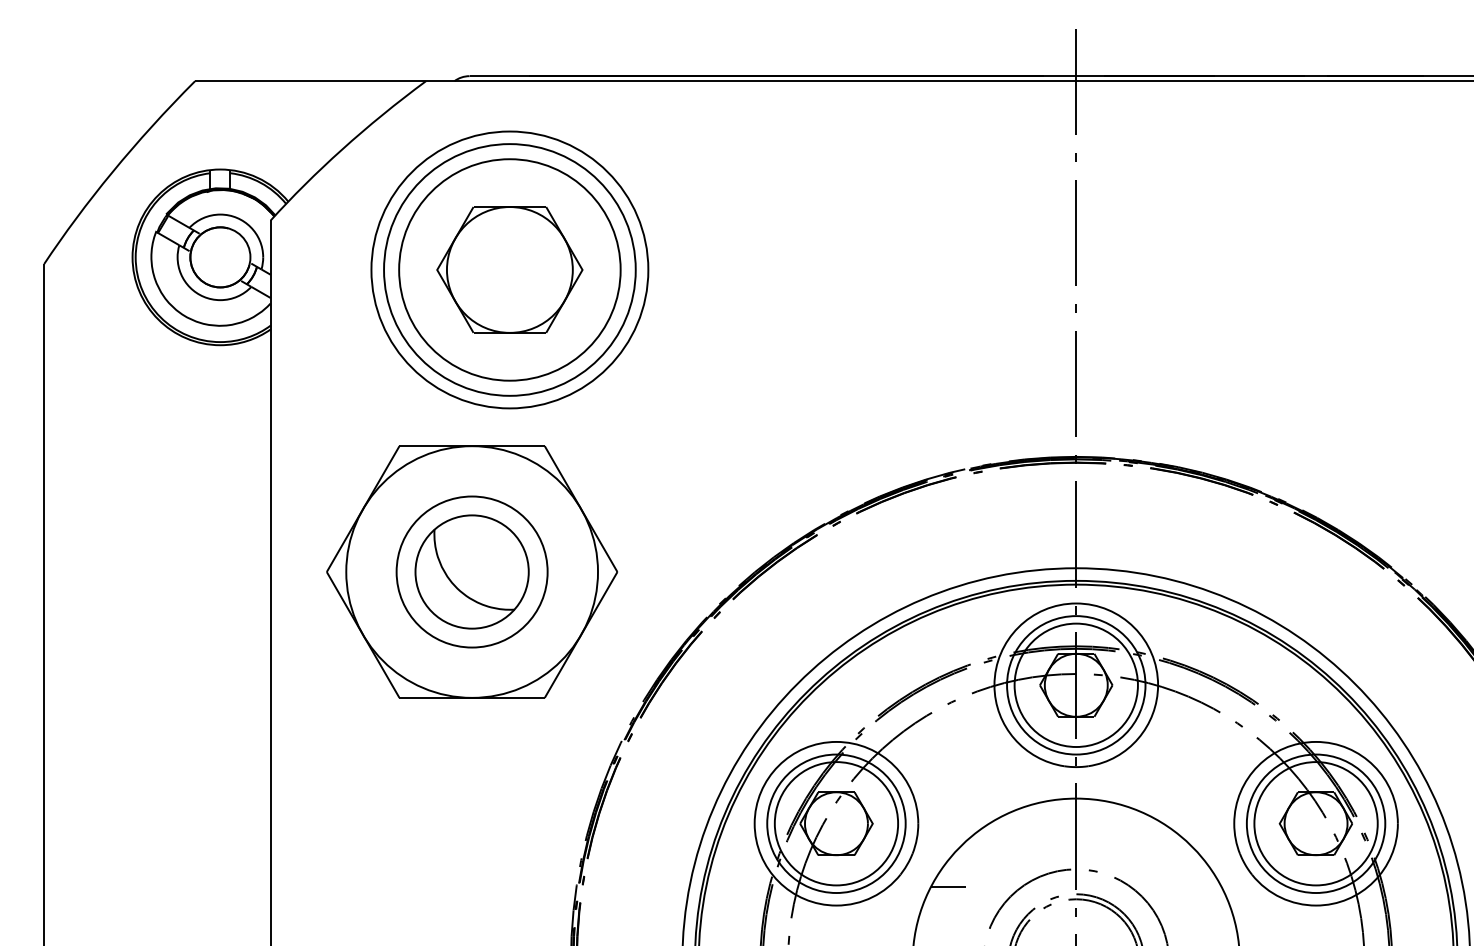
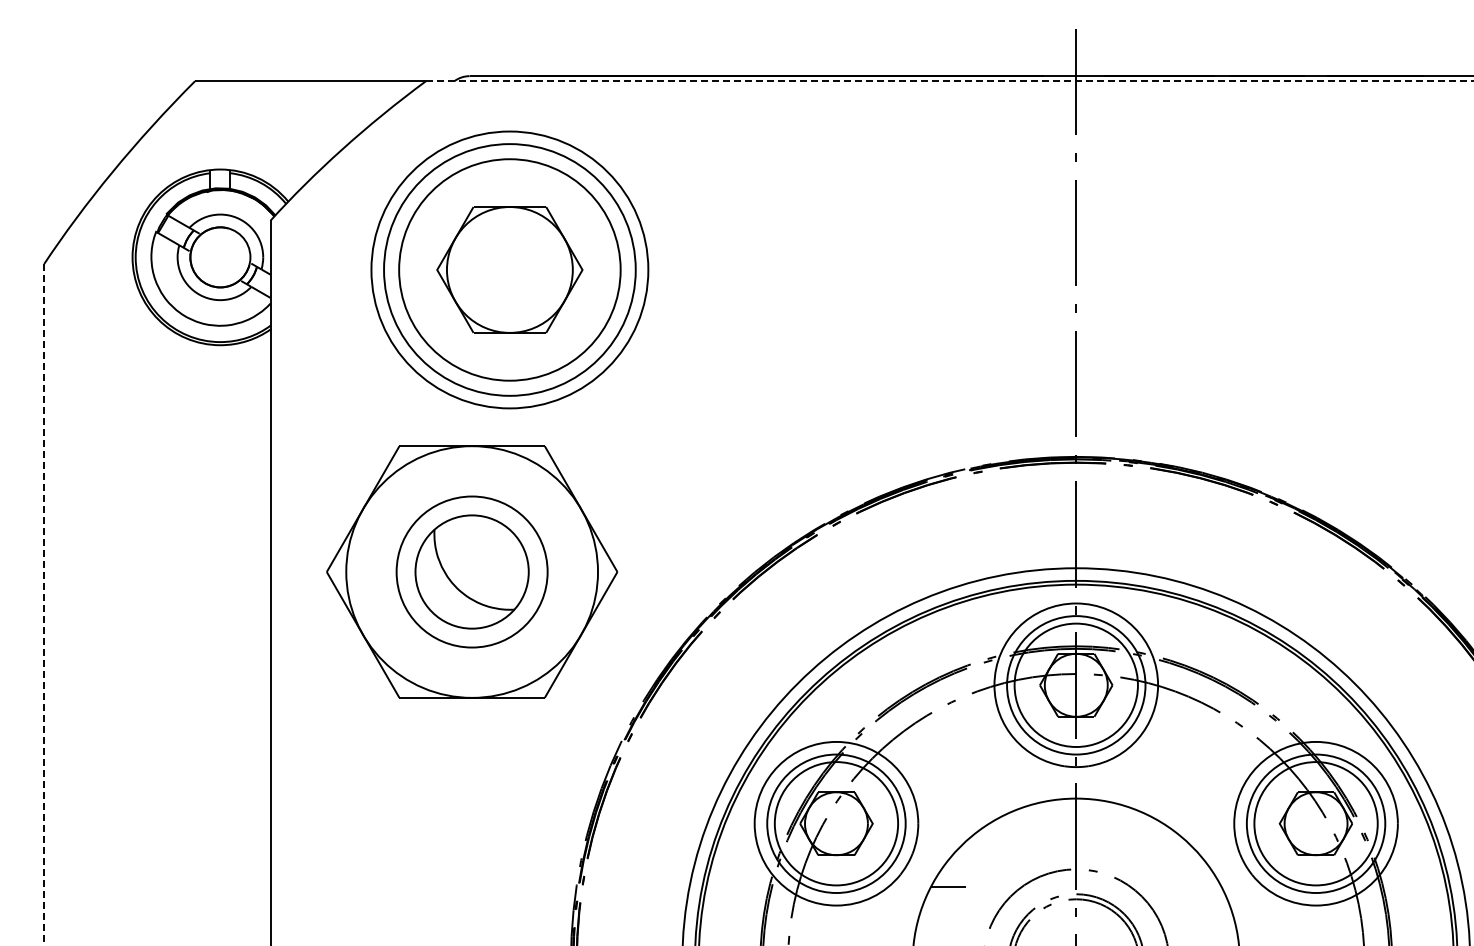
line at (949, 81): solid -> dashed
line at (44, 604): solid -> dashed
